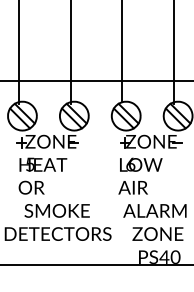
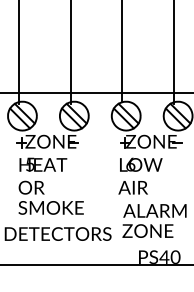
line at (96, 80) position: (96, 80) -> (96, 92)
text at (56, 210) position: (56, 210) -> (50, 207)
text at (157, 233) position: (157, 233) -> (147, 230)
